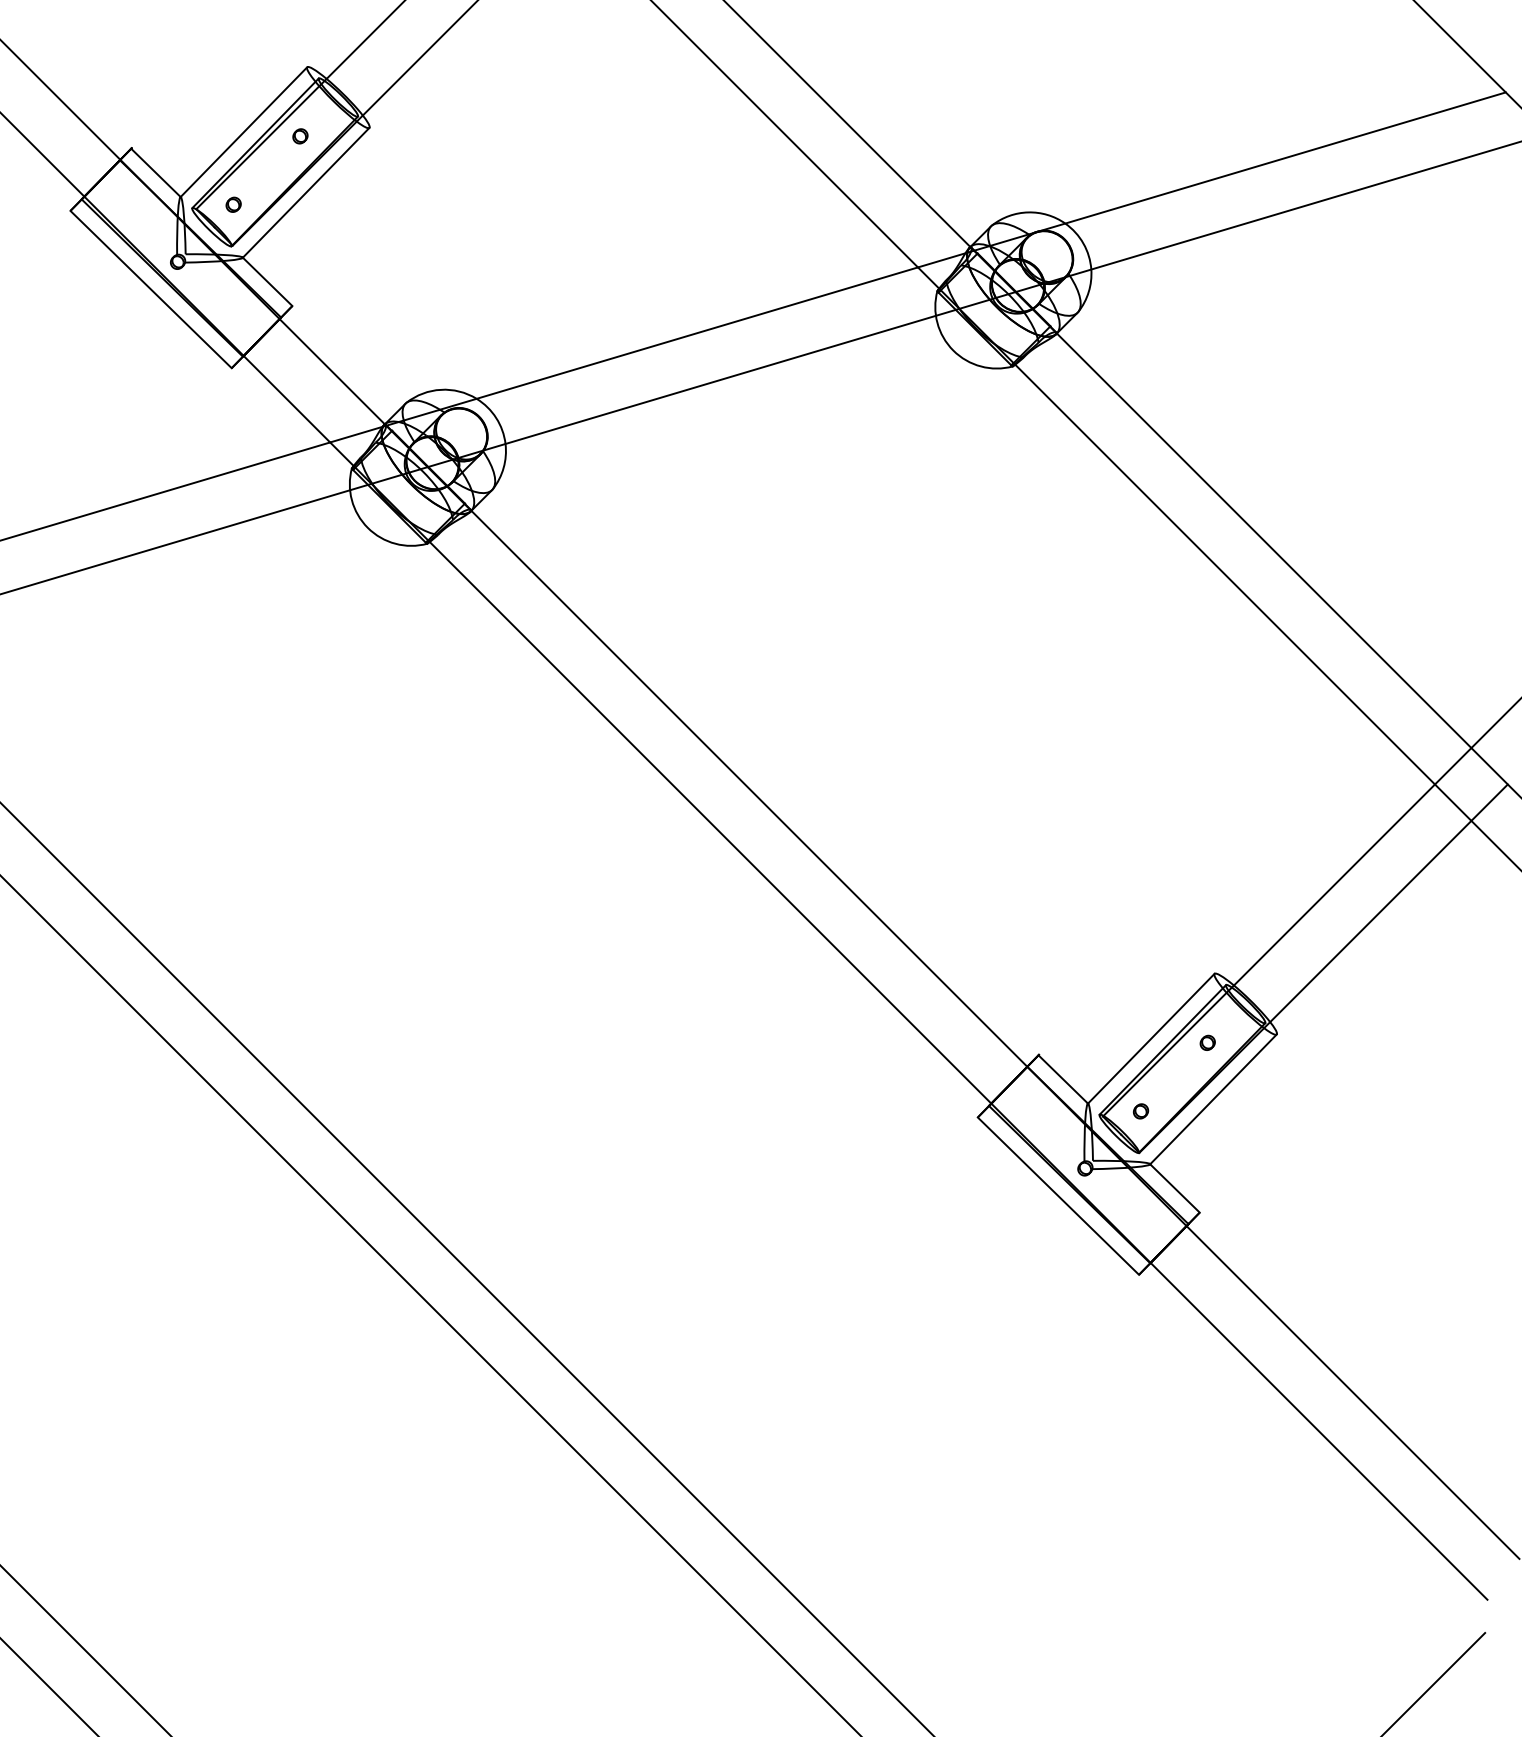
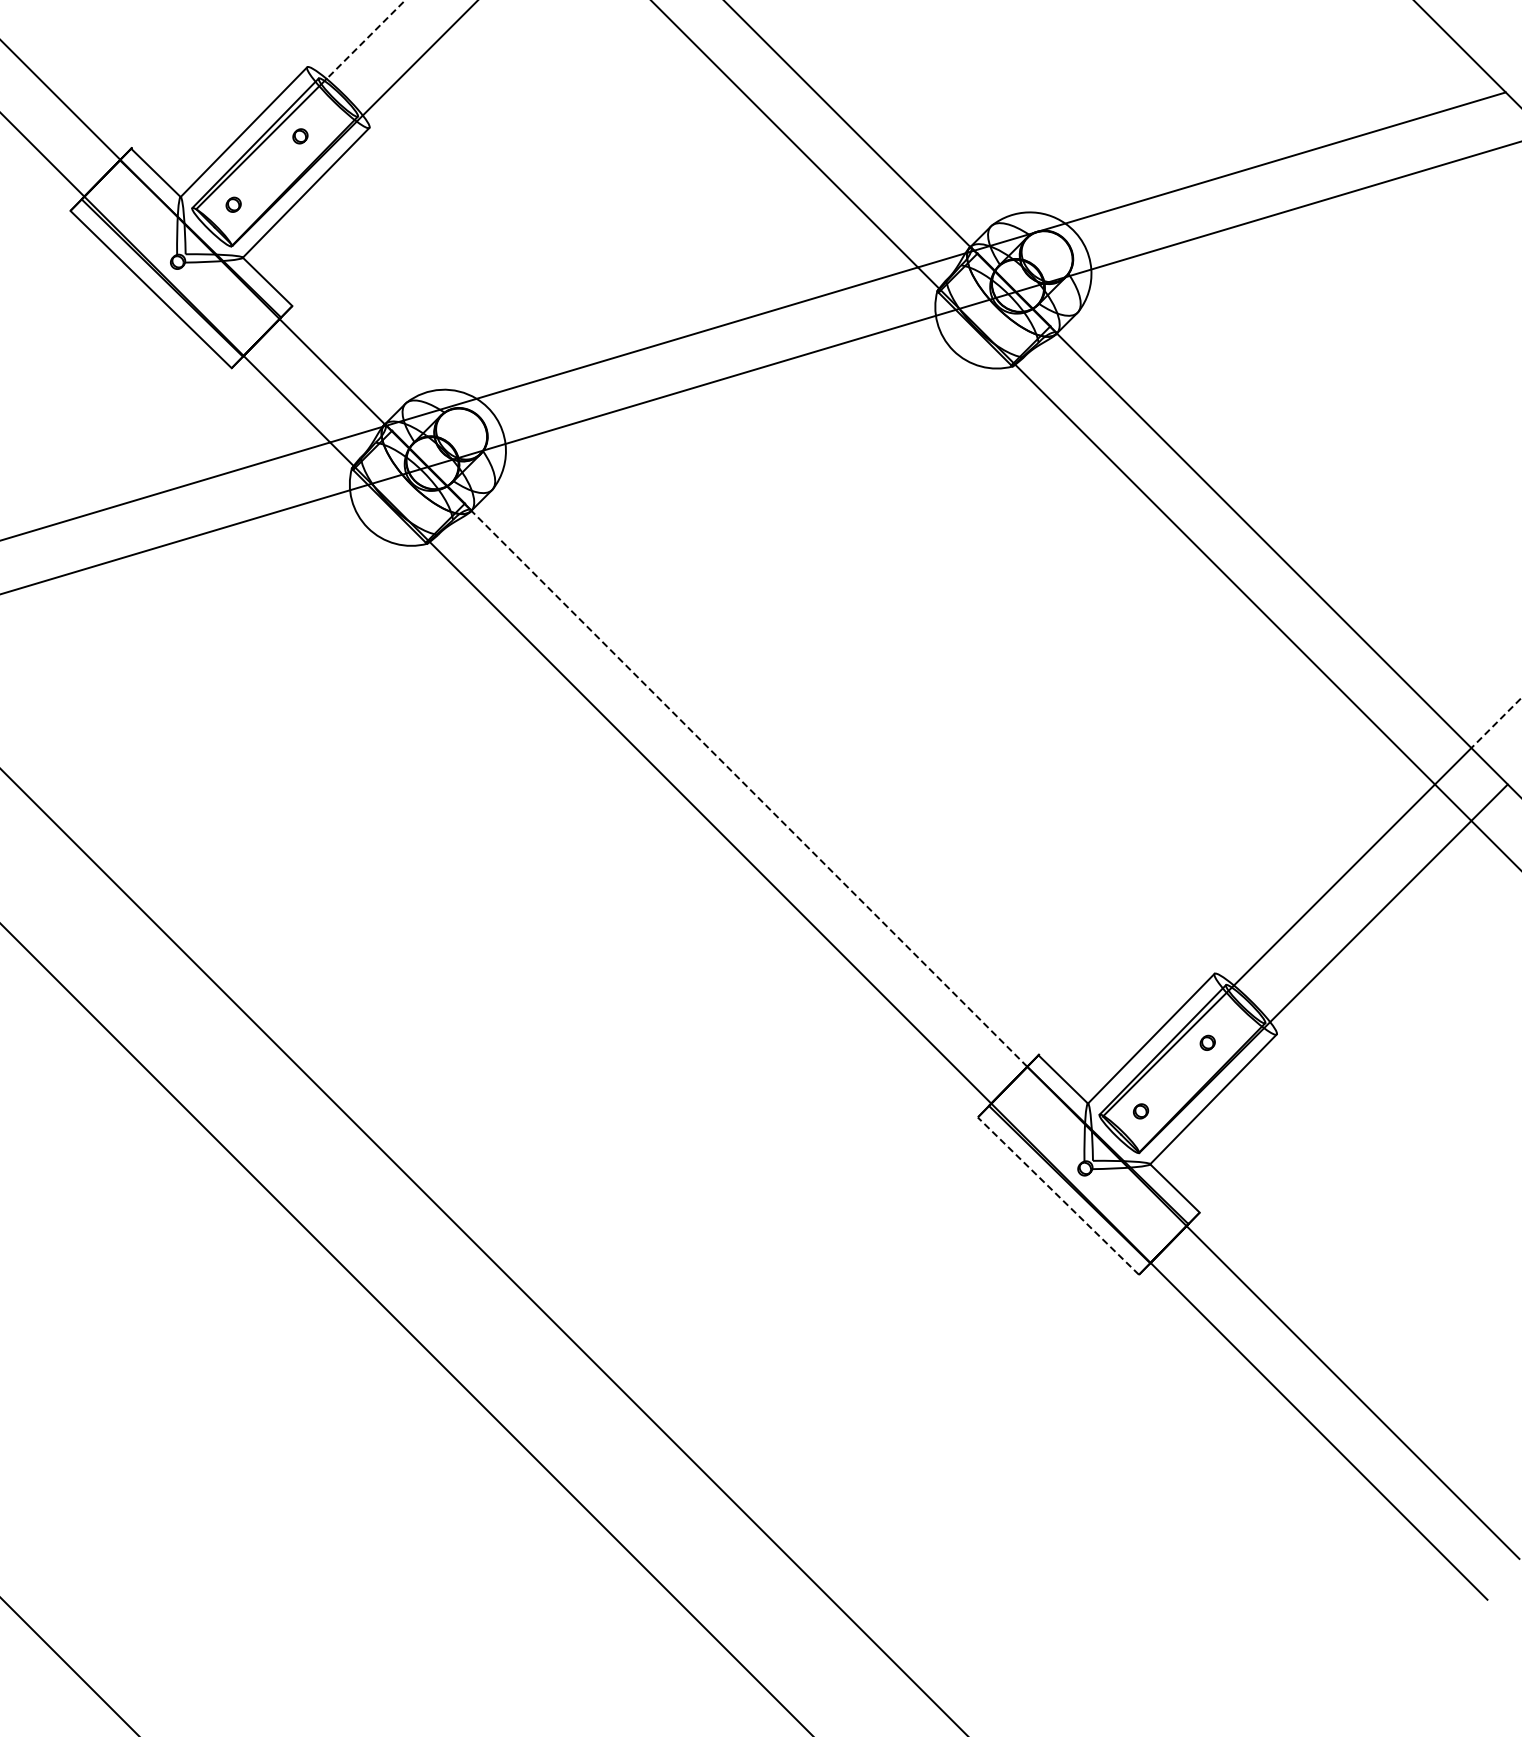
line at (365, 40): solid -> dashed
line at (1496, 723): solid -> dashed
line at (748, 788): solid -> dashed
line at (1058, 1196): solid -> dashed
line at (466, 1268) position: (466, 1268) -> (483, 1251)
line at (430, 1305) position: (430, 1305) -> (406, 1329)
line at (85, 1650) position: (85, 1650) -> (69, 1666)
line at (1434, 1682): present -> none
line at (49, 1686): present -> none
